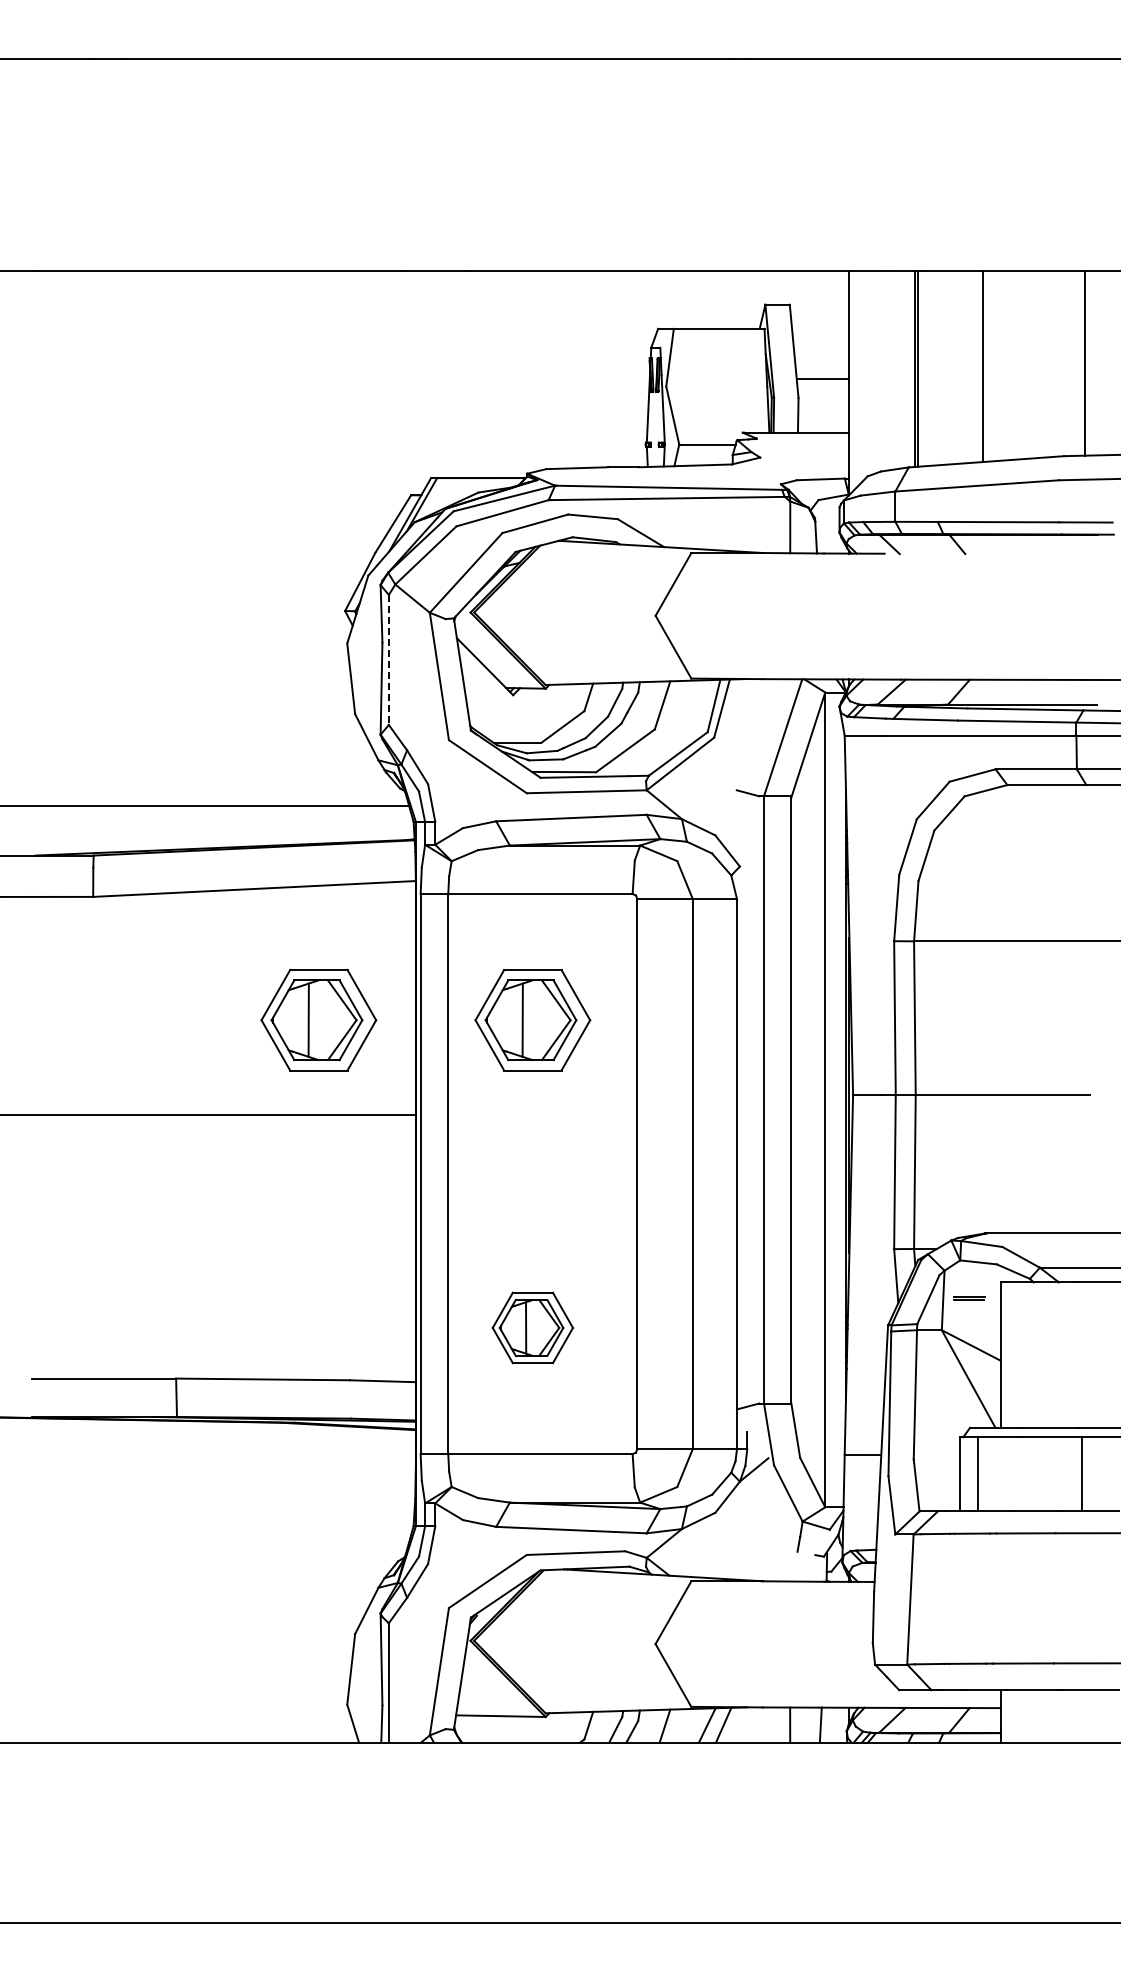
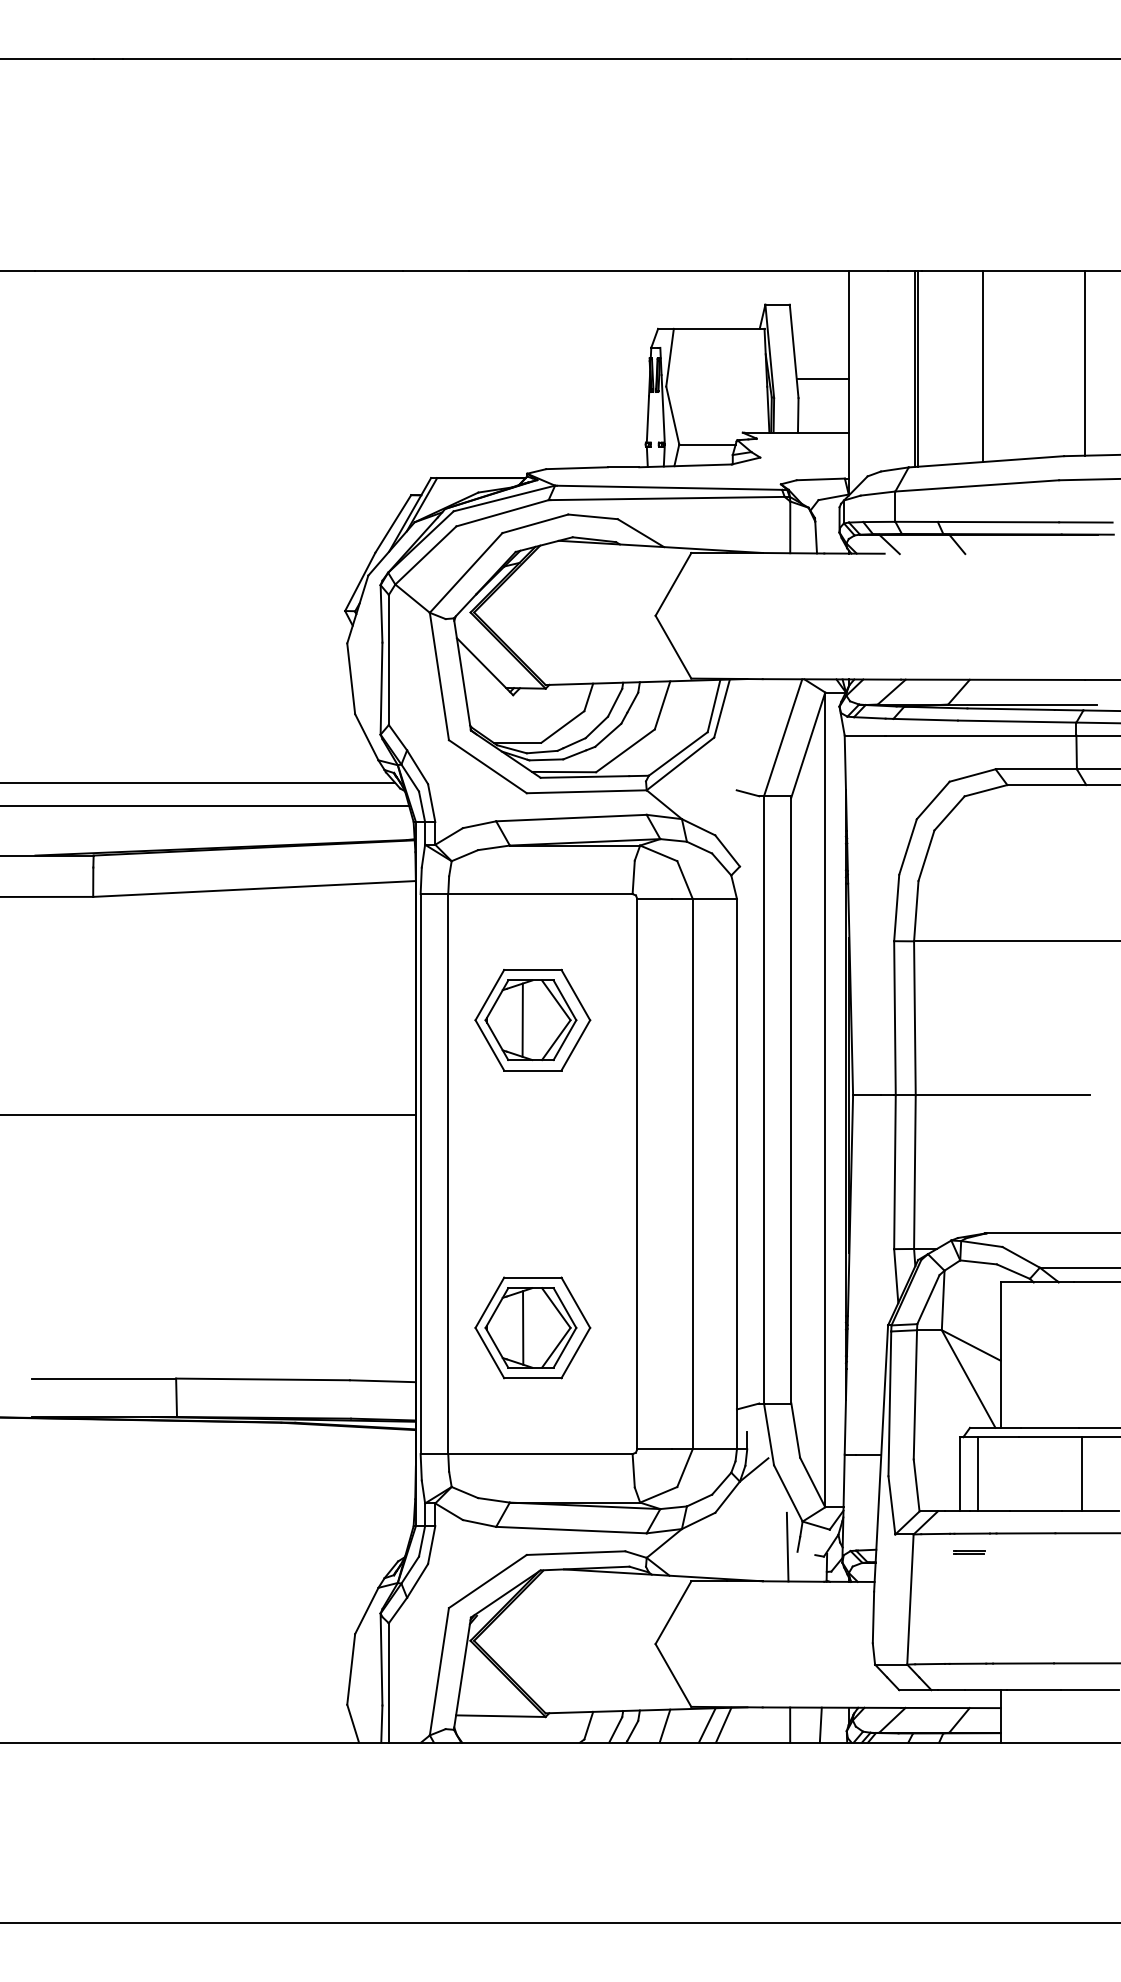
line at (388, 660): dashed -> solid
line at (198, 782): none -> present
part at (318, 1019): present -> none
line at (969, 1297) position: (969, 1297) -> (969, 1551)
part at (532, 1327) size: 84x74 px -> 118x104 px
line at (787, 1546): none -> present
